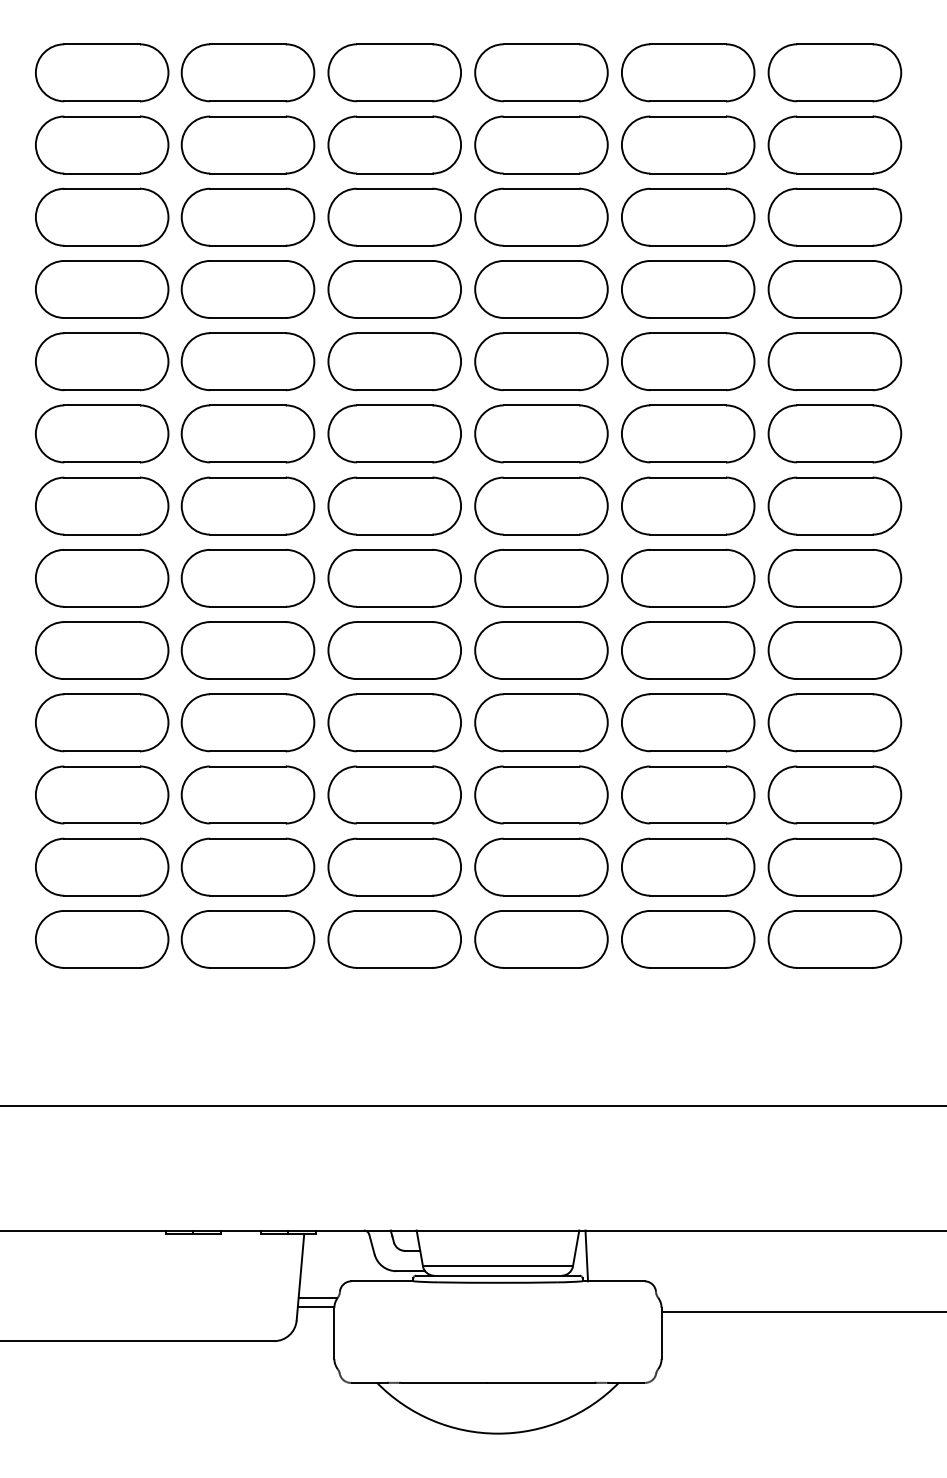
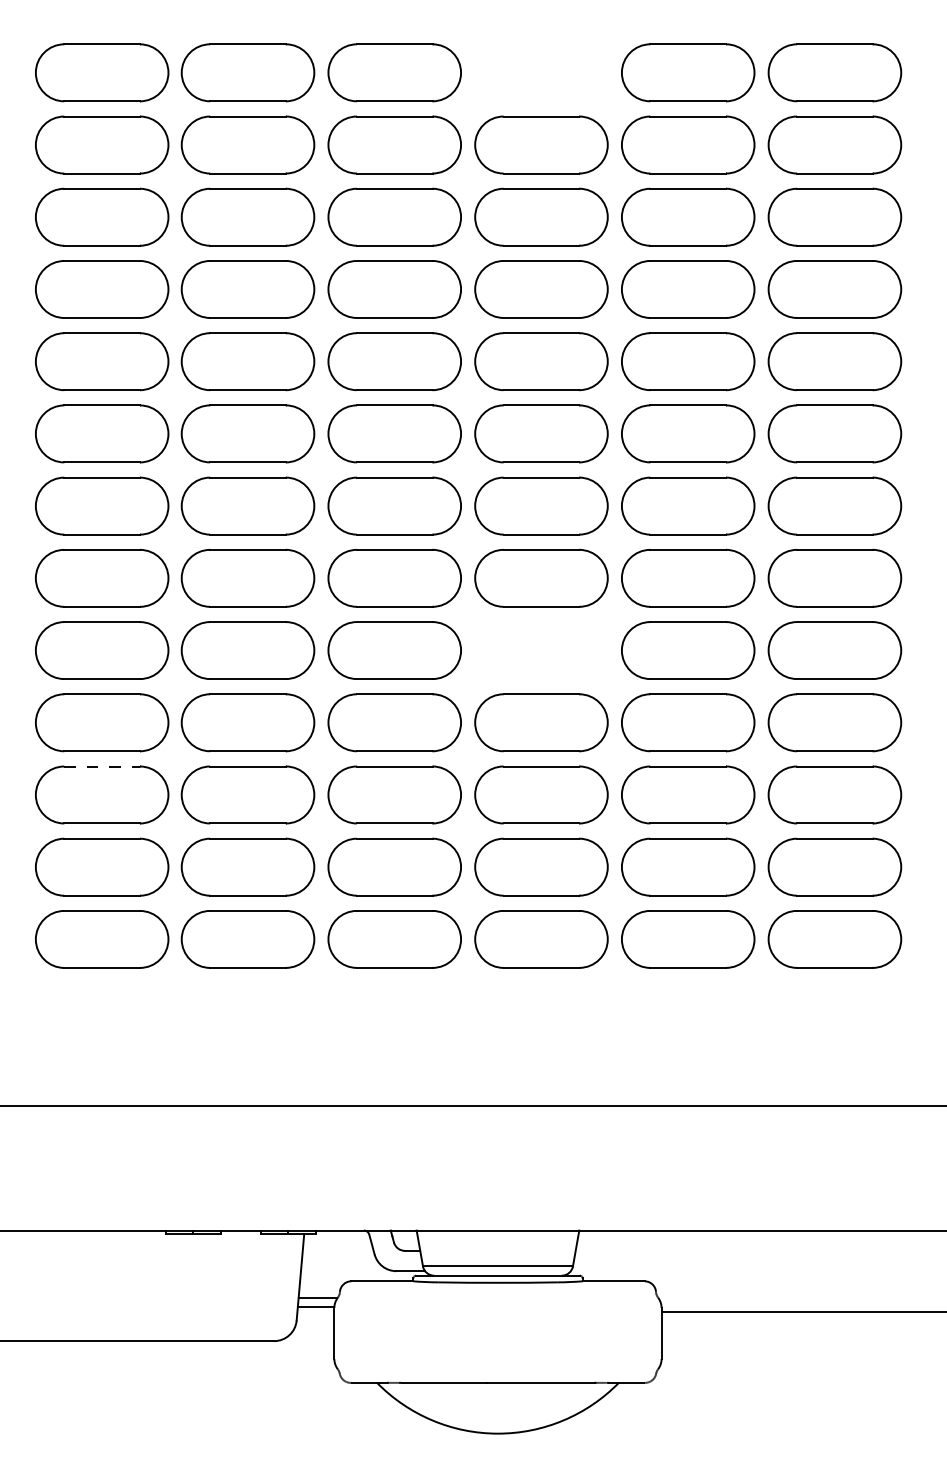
part at (541, 72): present -> none
part at (541, 650): present -> none
line at (102, 766): solid -> dashed
line at (586, 1255): present -> none
